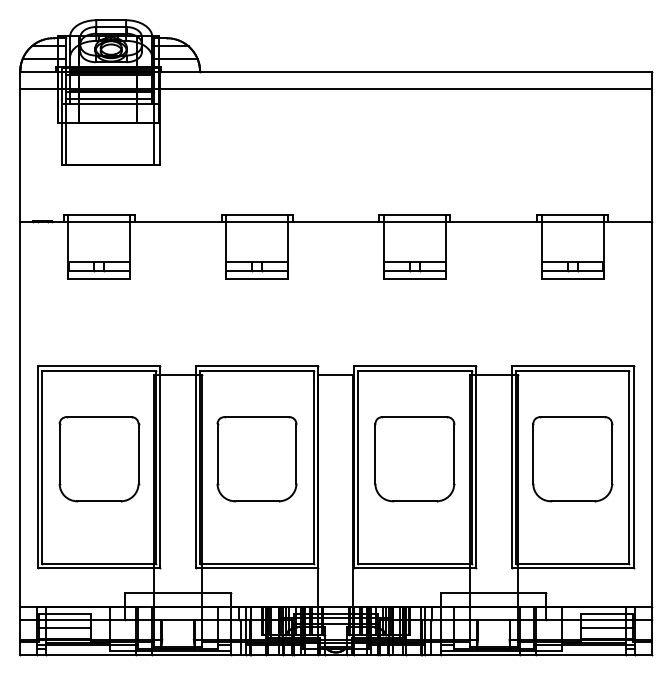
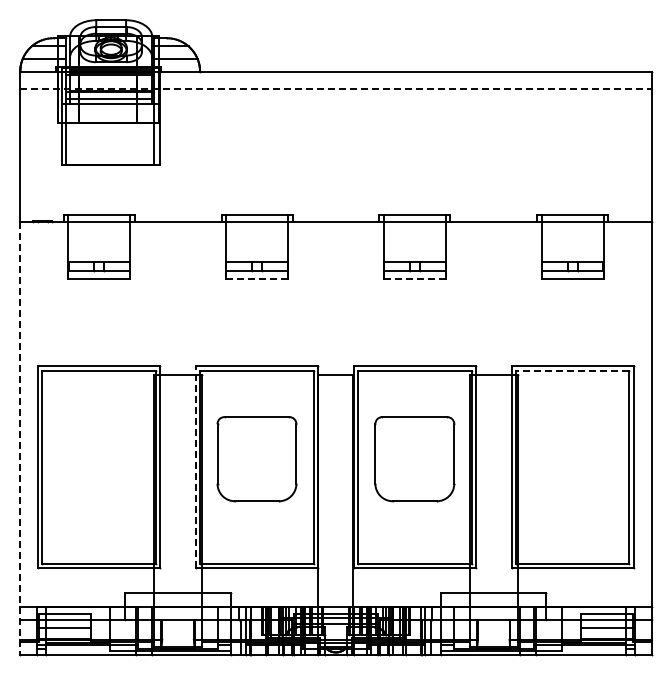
line at (335, 89): solid -> dashed
line at (256, 279): solid -> dashed
line at (414, 279): solid -> dashed
line at (572, 370): solid -> dashed
line at (20, 439): solid -> dashed
part at (99, 459): present -> none
part at (572, 459): present -> none
line at (195, 467): solid -> dashed
